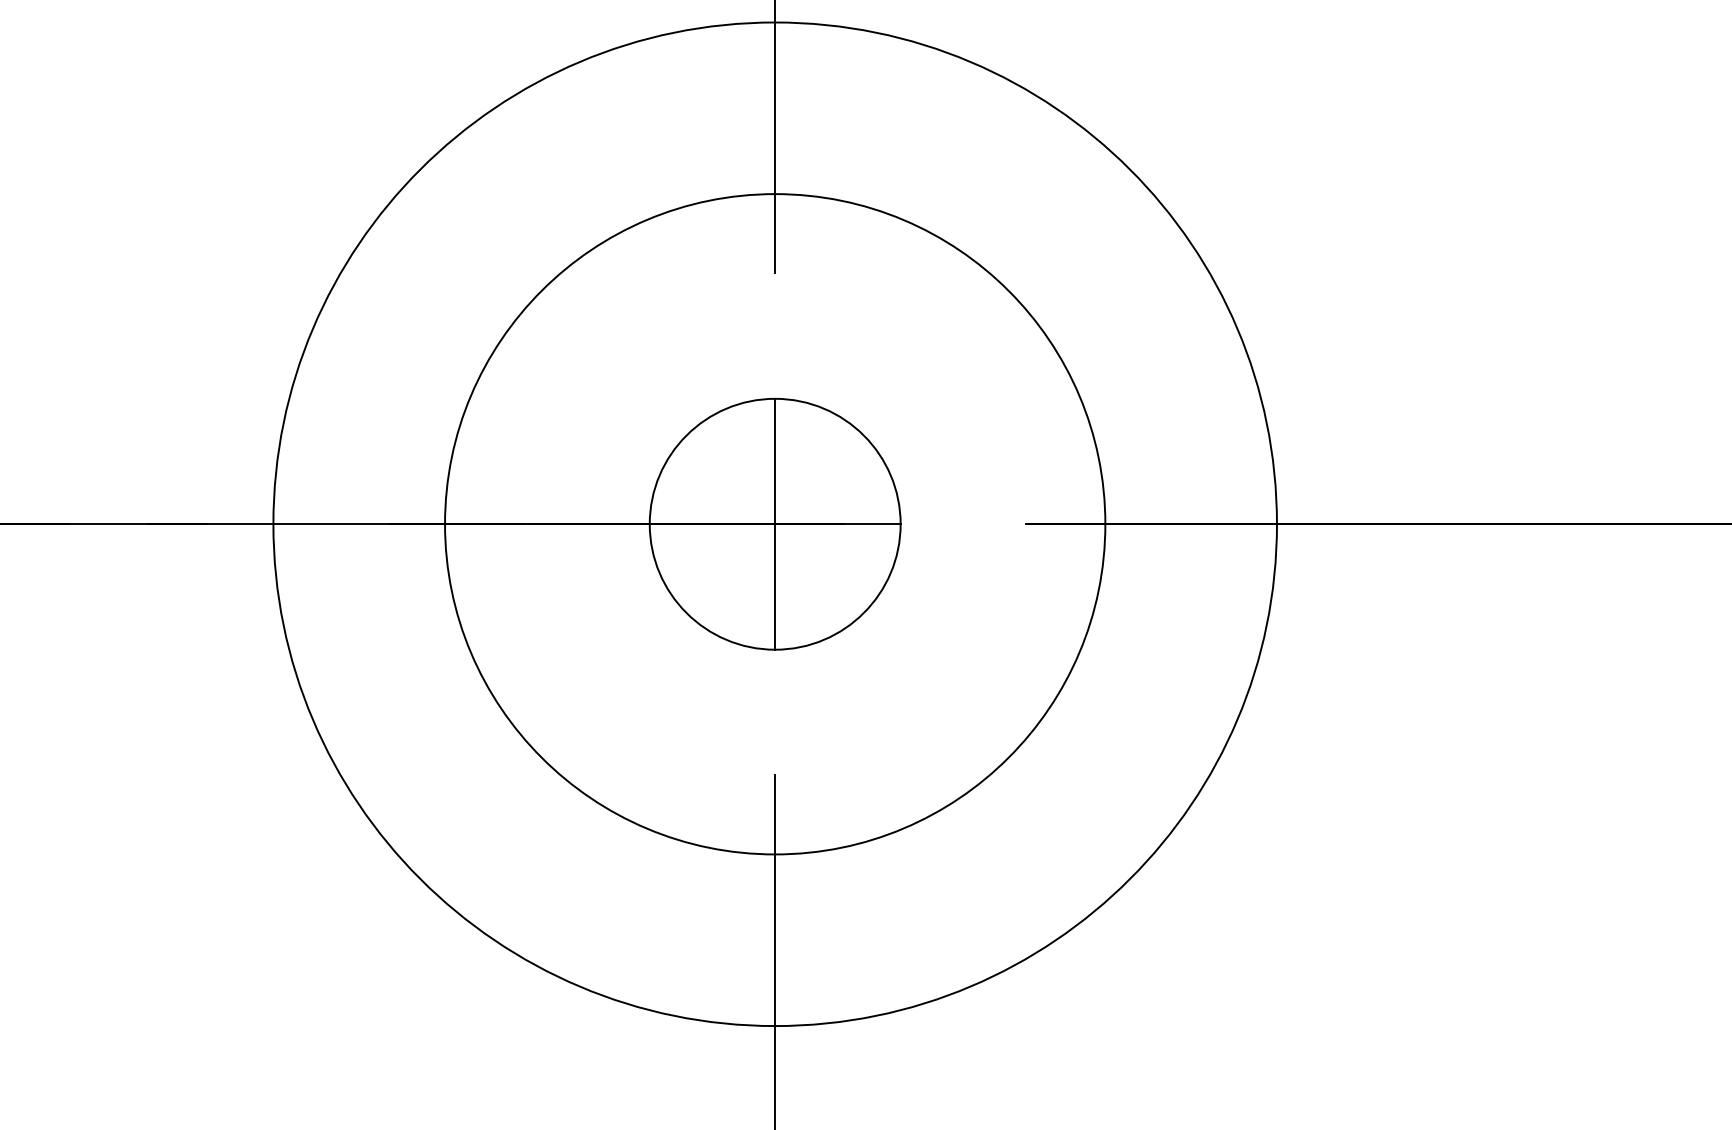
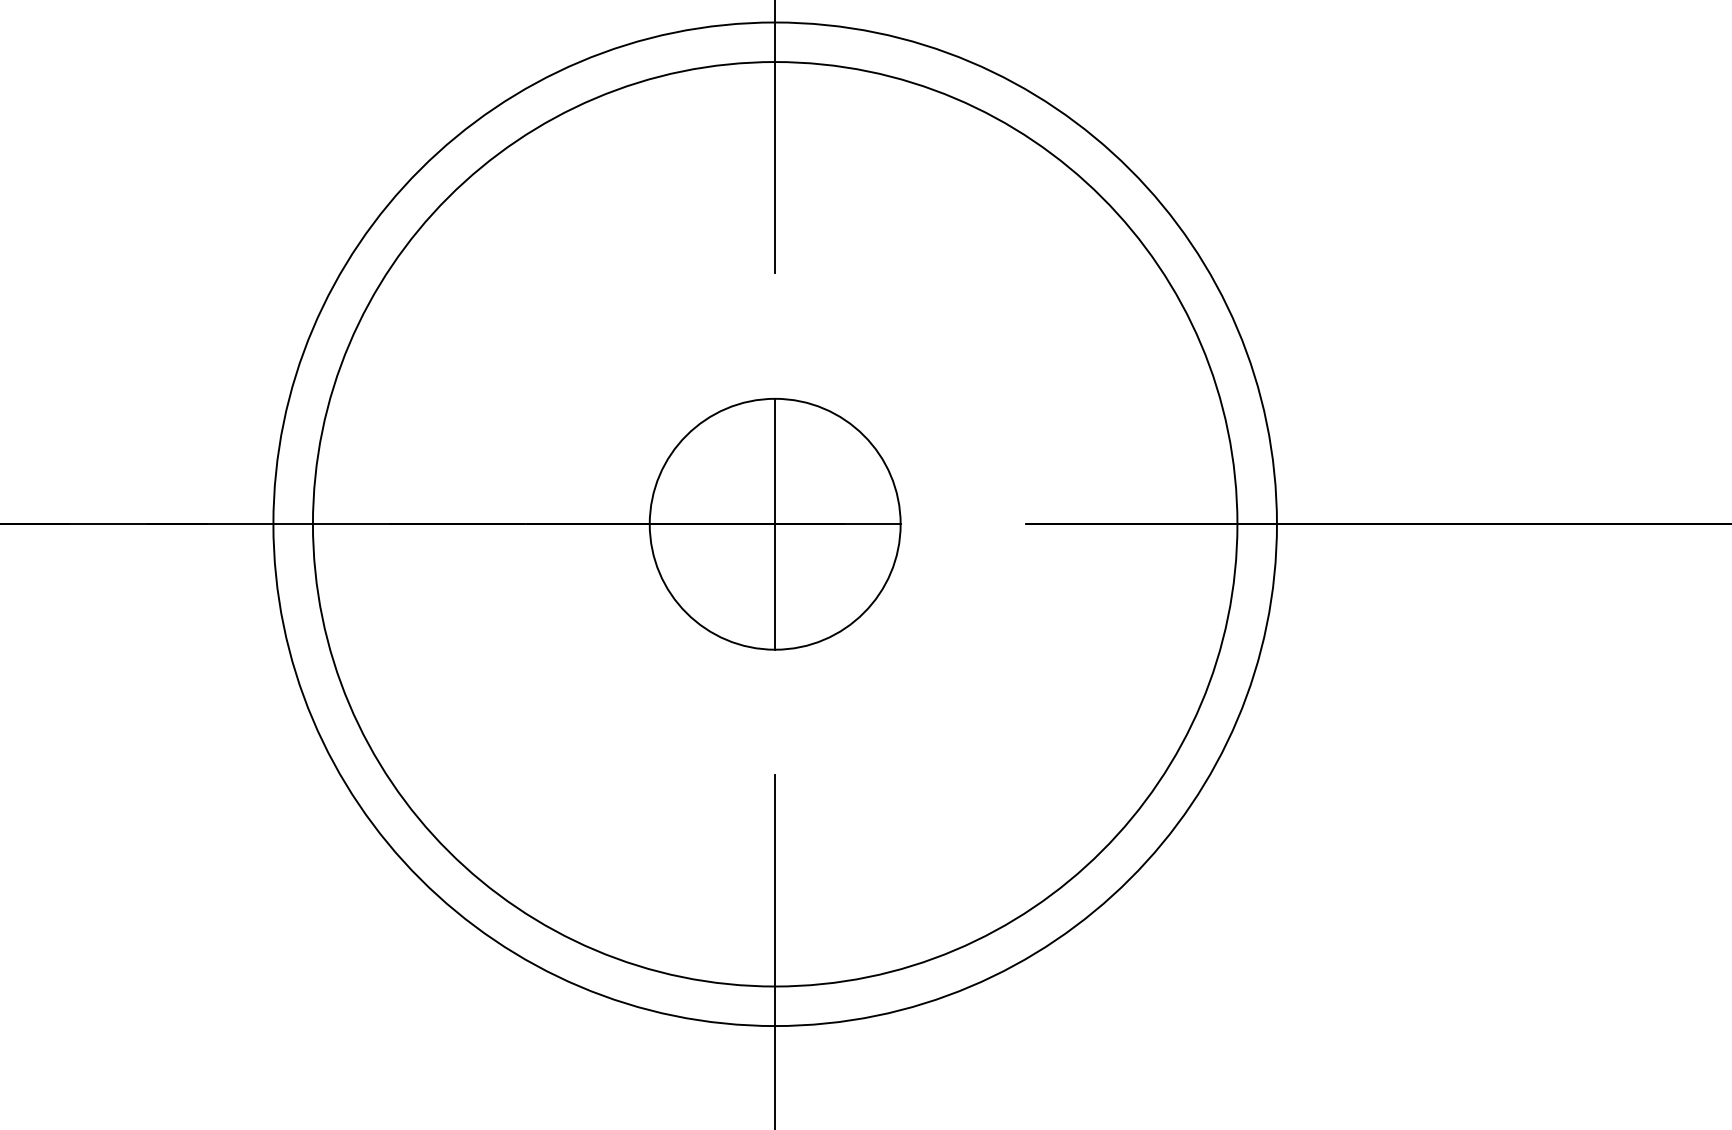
circle at (775, 524) diameter: 660 px -> 924 px
